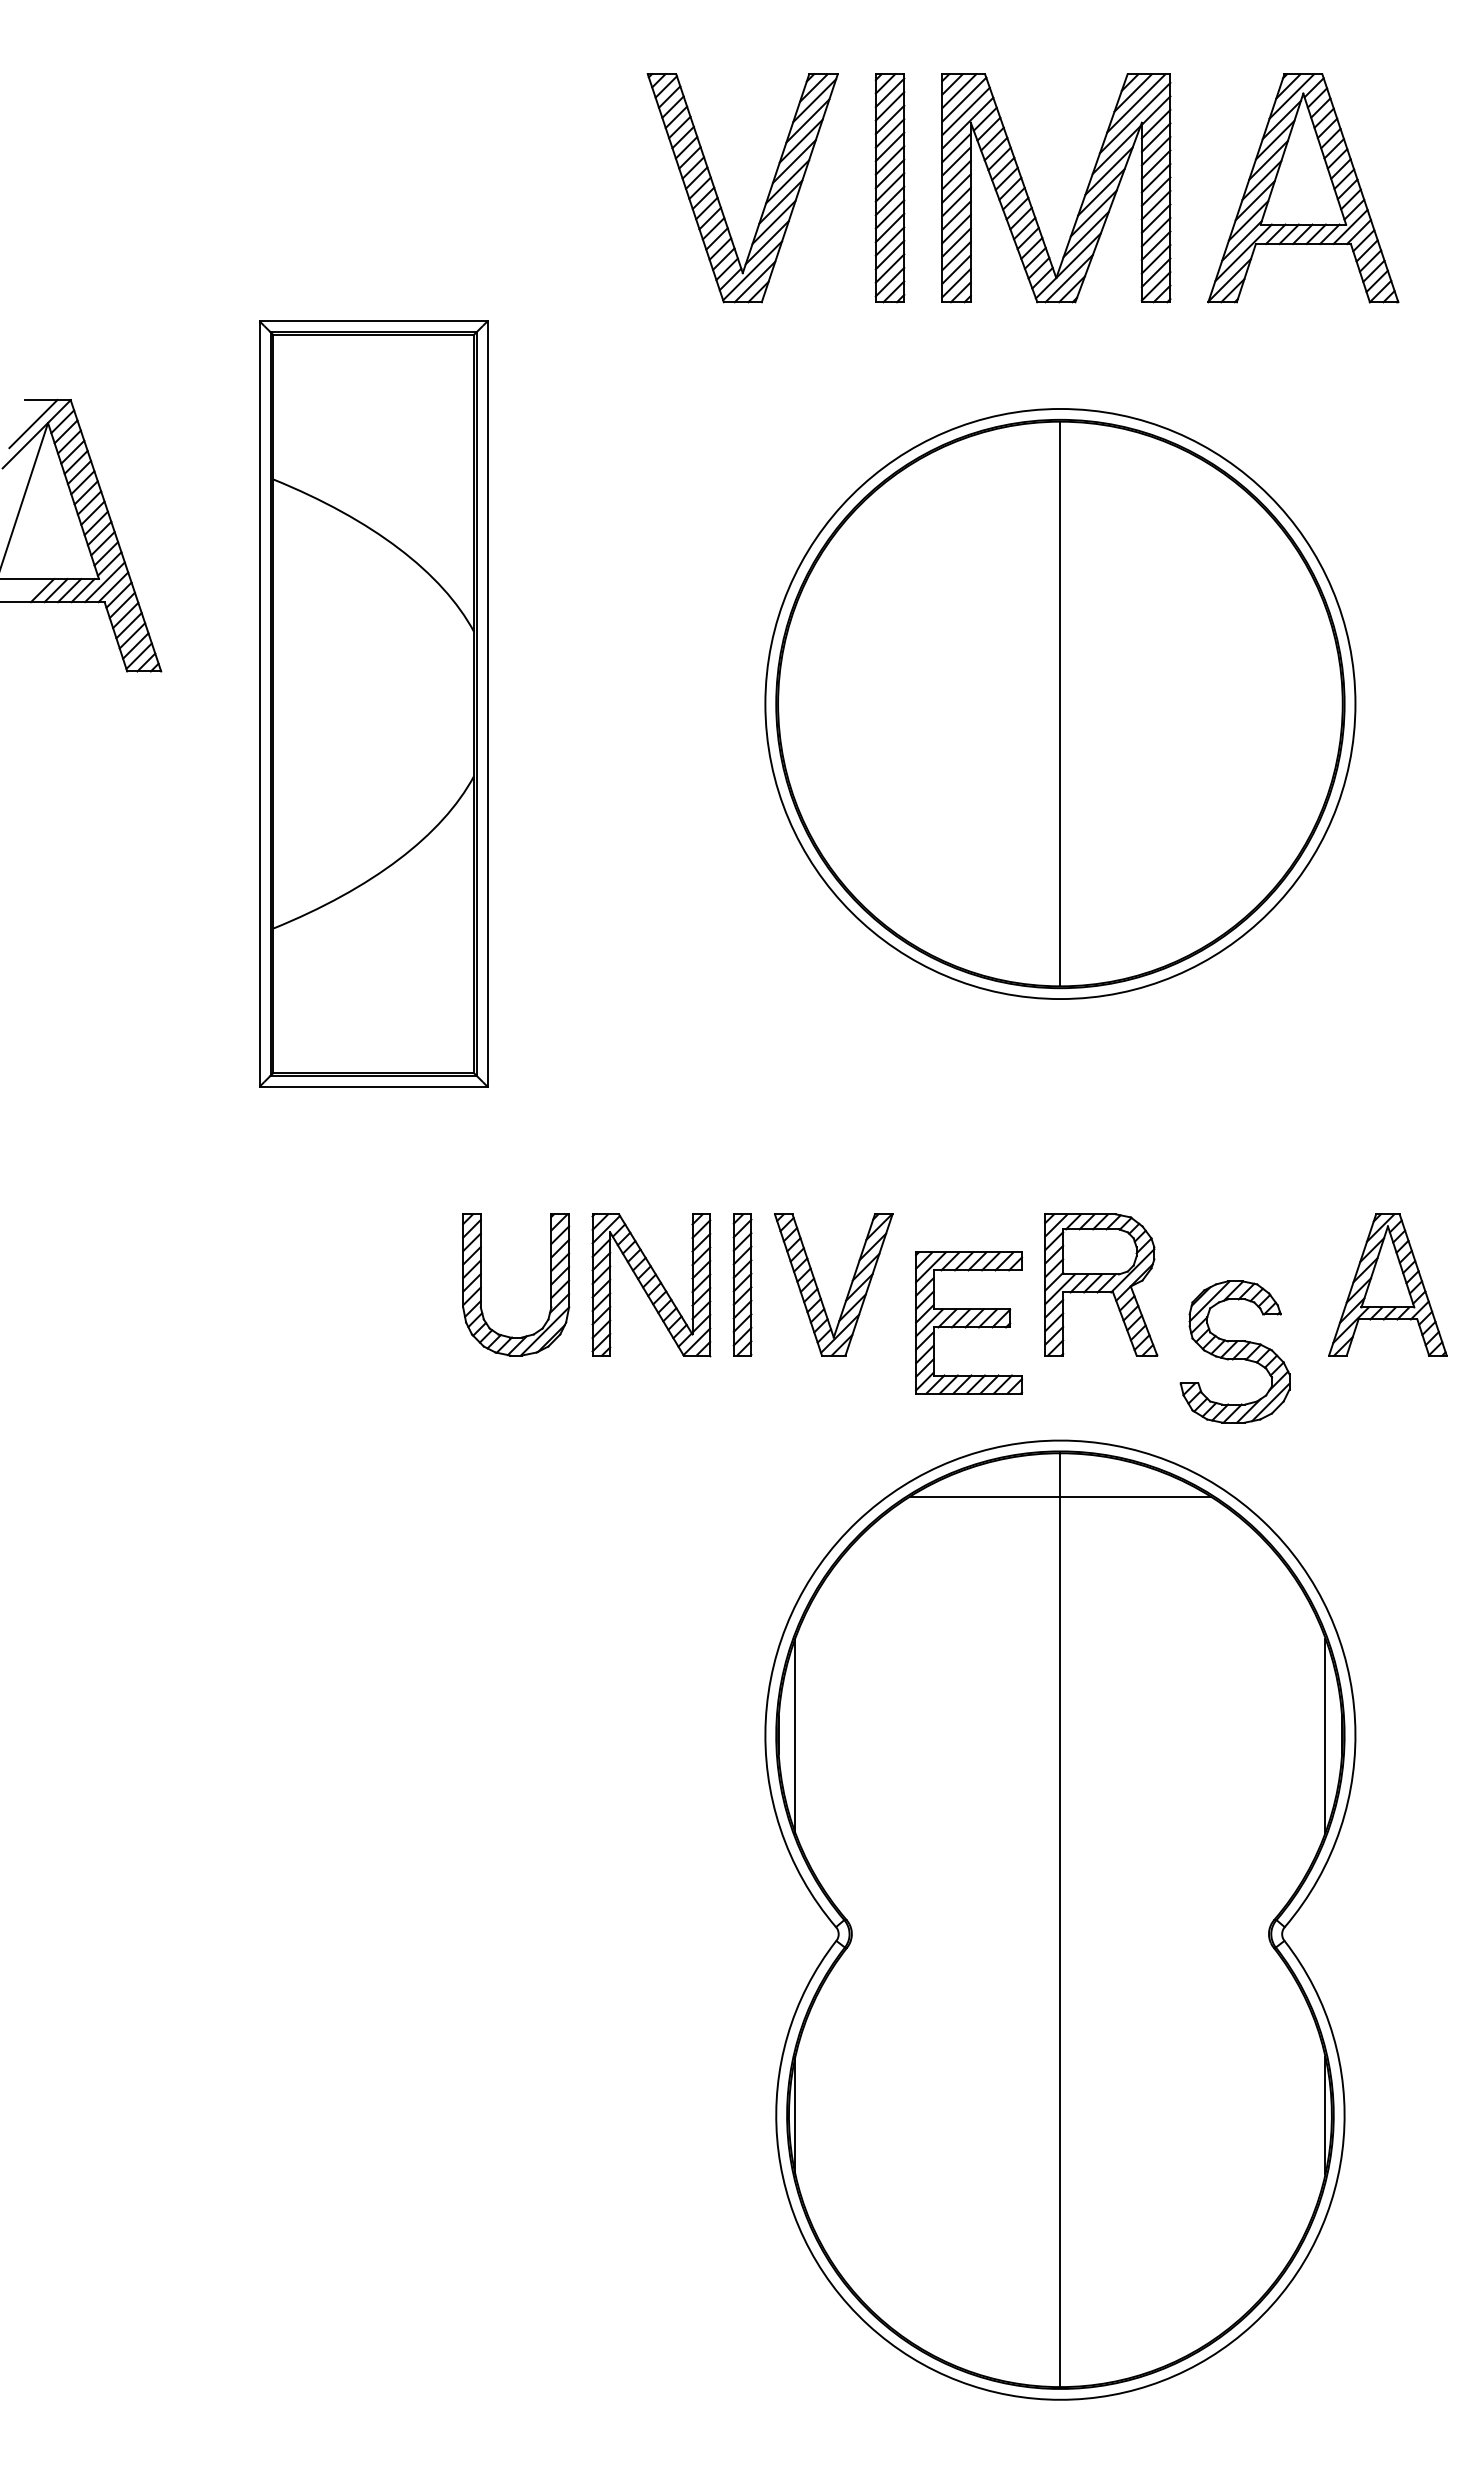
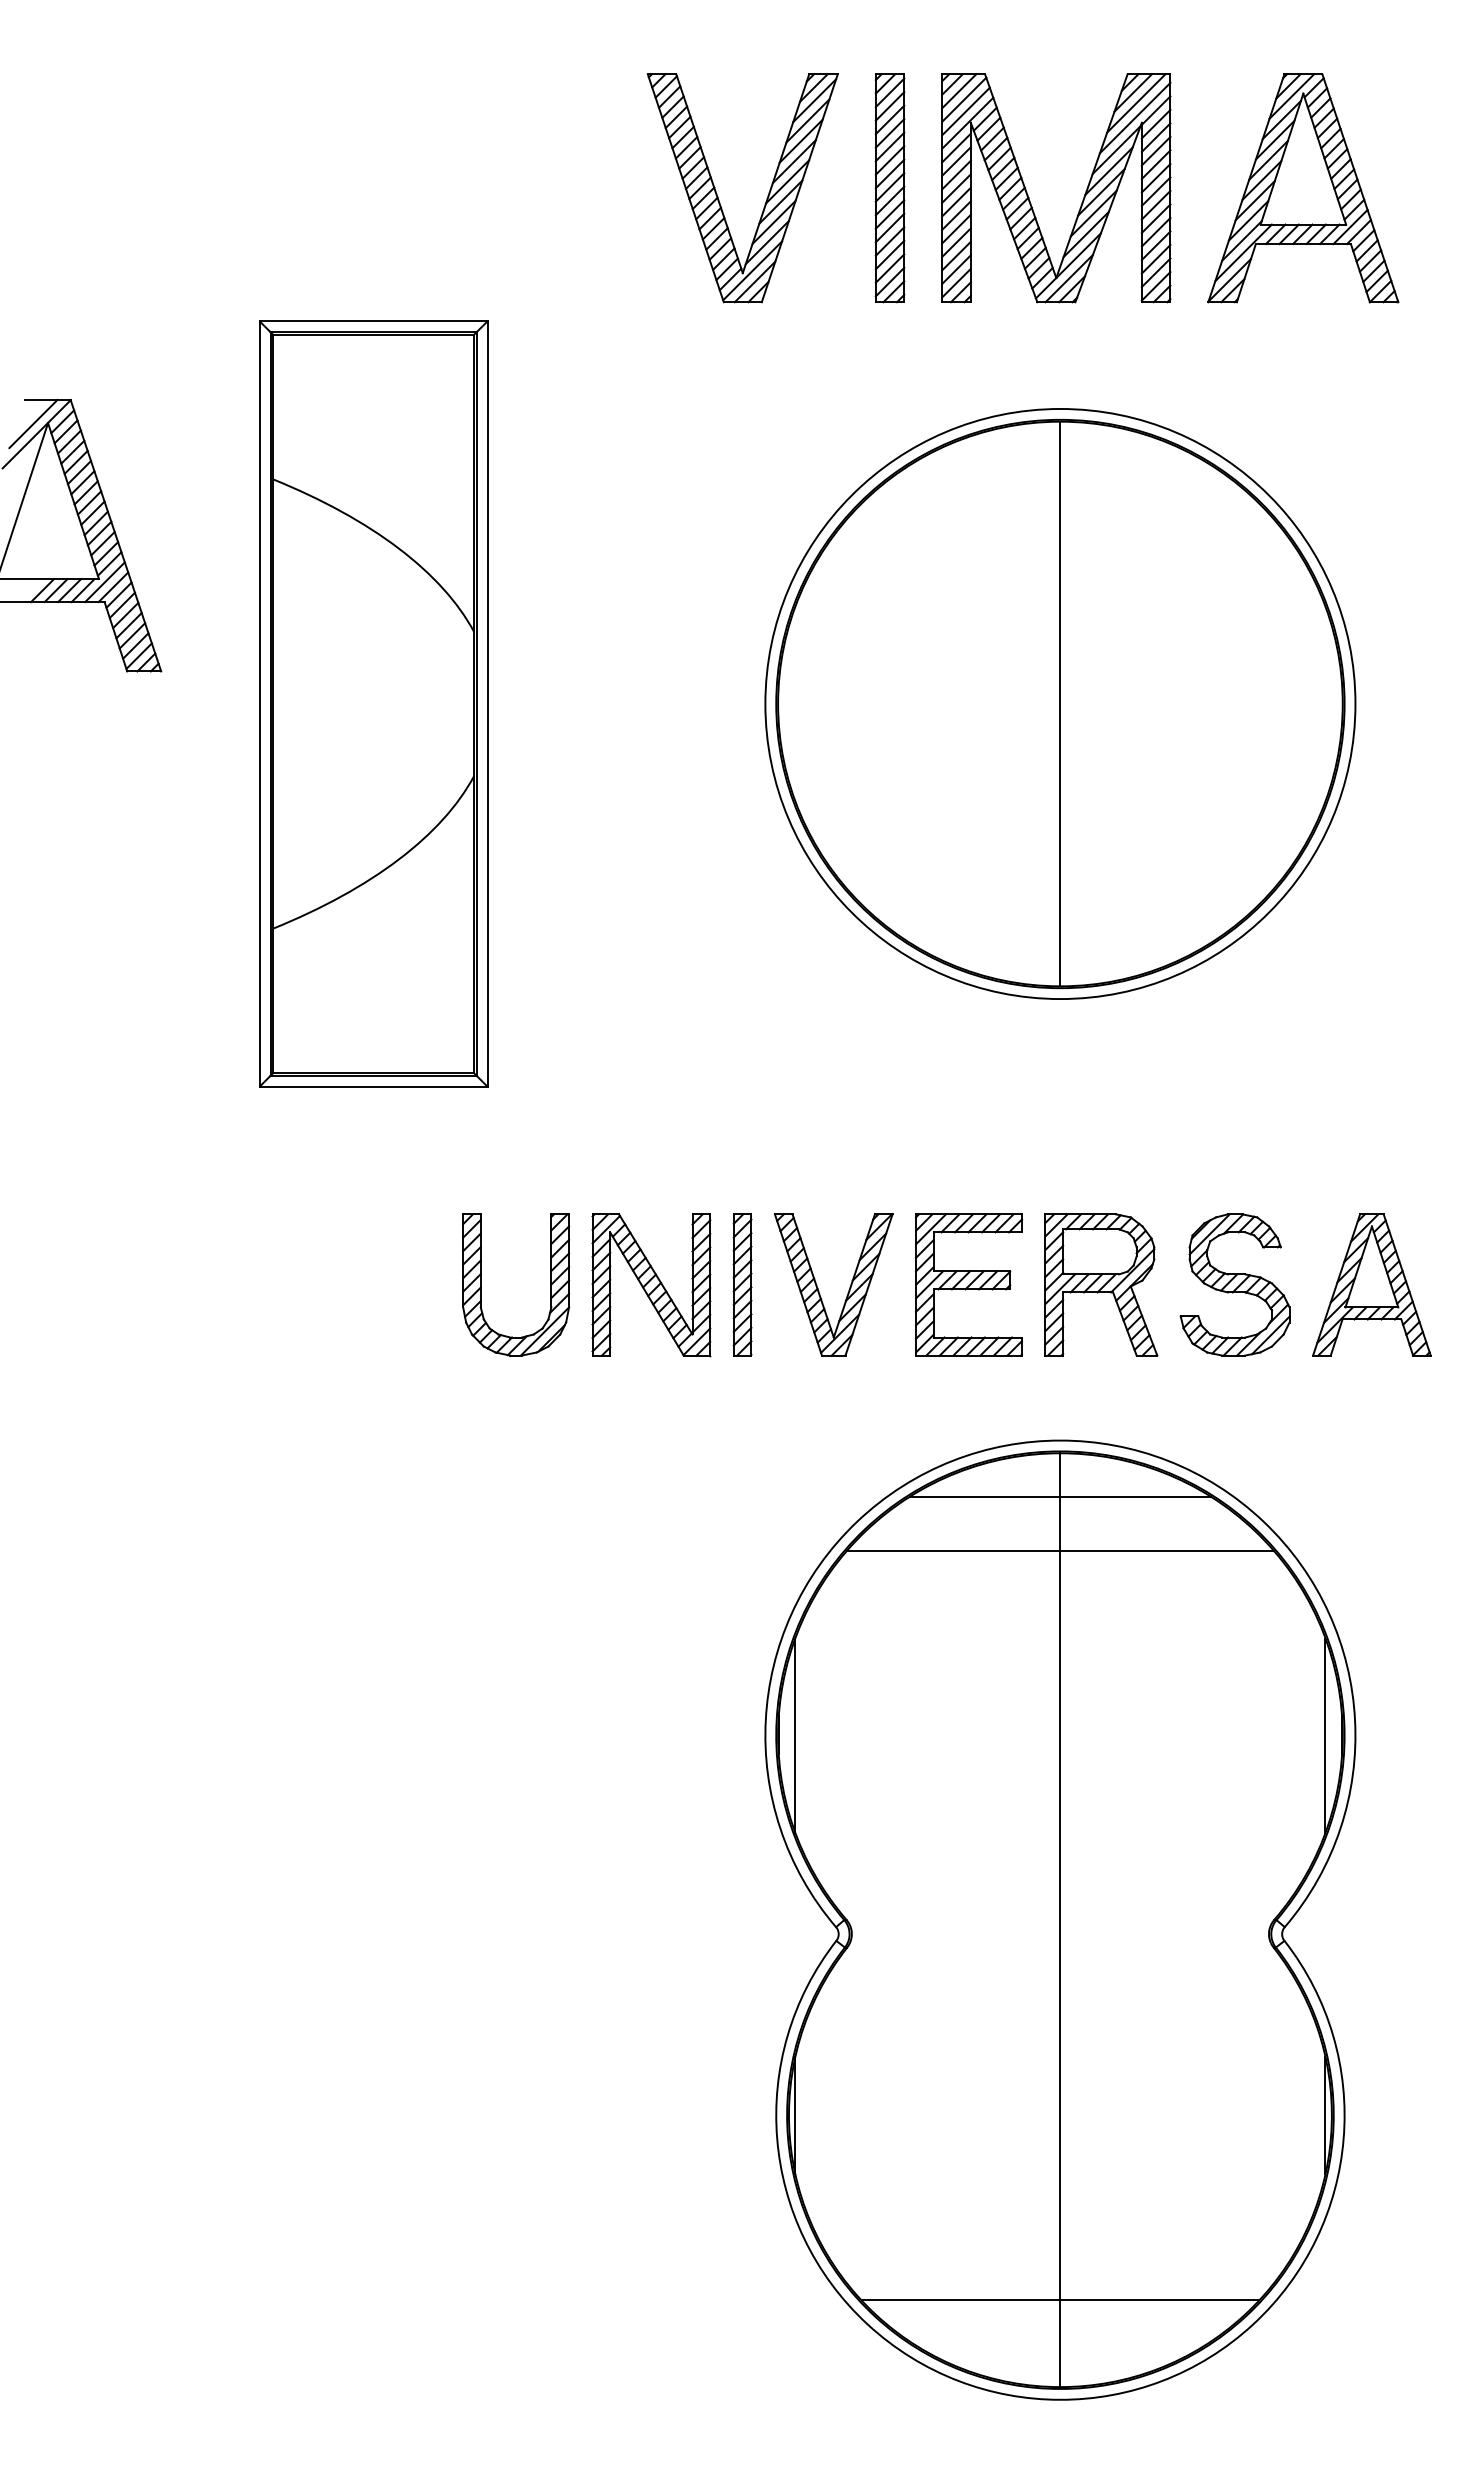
part at (1387, 1284) position: (1387, 1284) -> (1371, 1284)
part at (969, 1322) position: (969, 1322) -> (969, 1284)
part at (1234, 1351) position: (1234, 1351) -> (1234, 1284)
line at (1059, 1551): none -> present
line at (1060, 2300): none -> present
